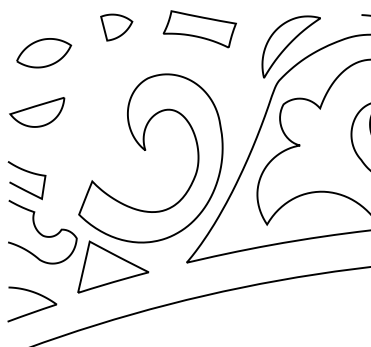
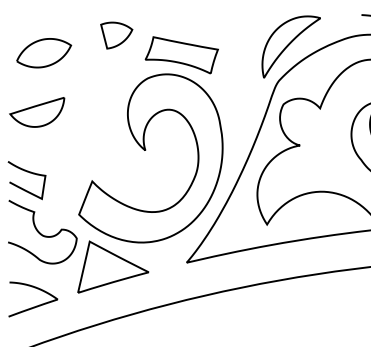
part at (116, 27) position: (116, 27) -> (116, 35)
part at (199, 29) position: (199, 29) -> (181, 55)
curve at (35, 310) position: (35, 310) -> (36, 305)
